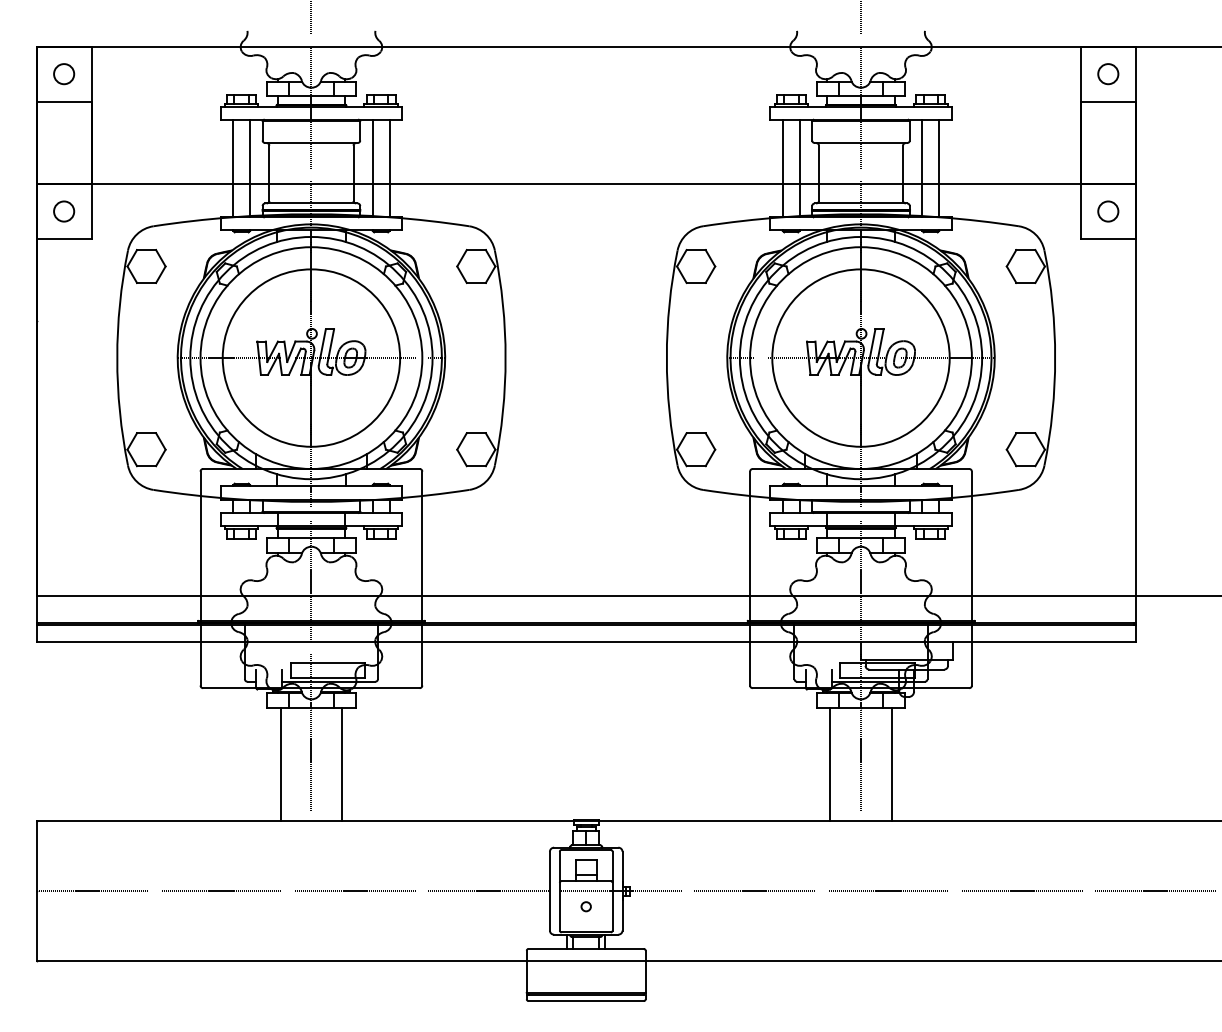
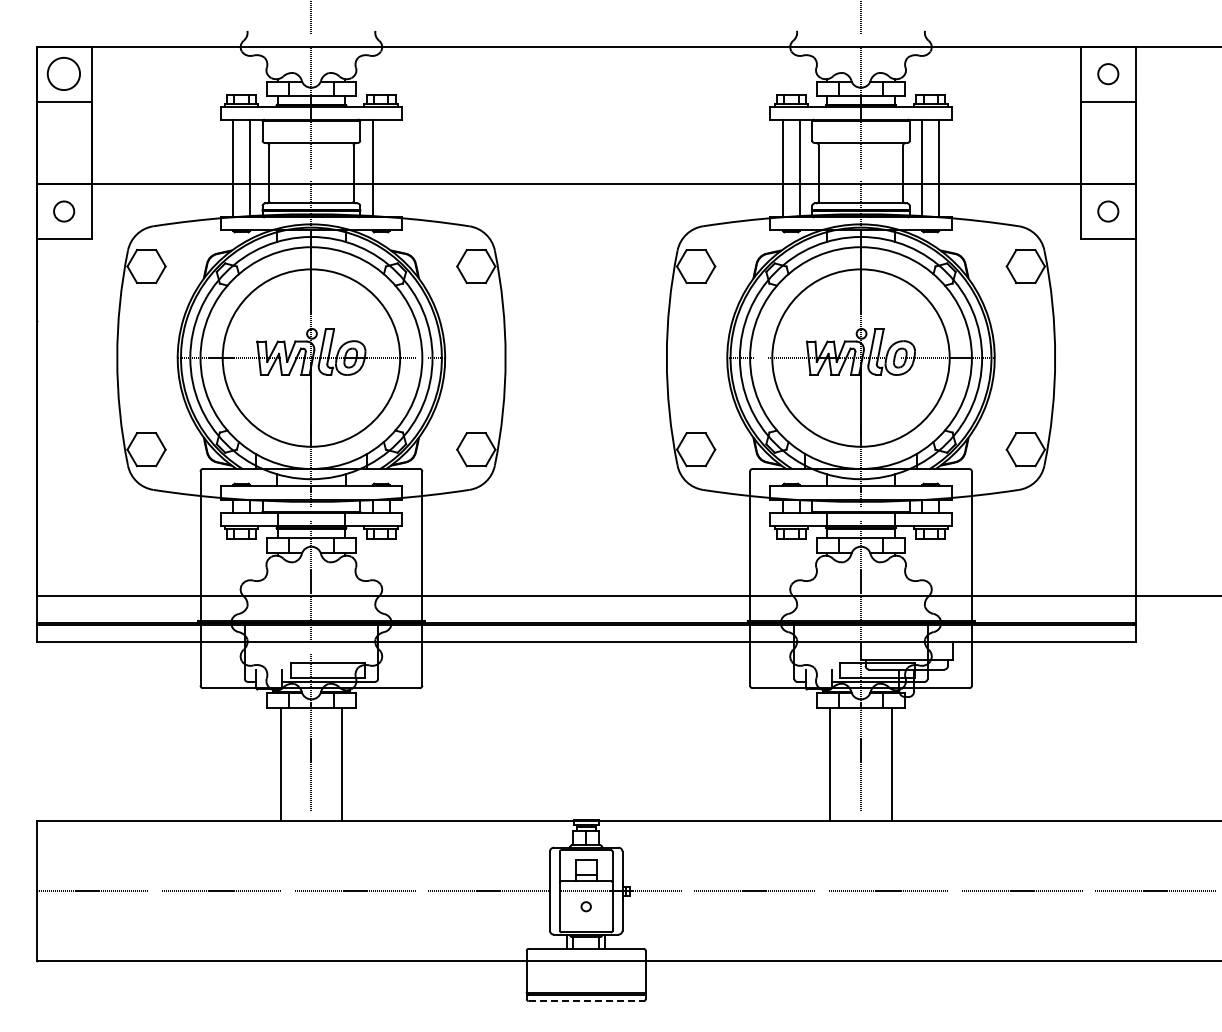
circle at (64, 74) size: 23x23 px -> 35x34 px
line at (389, 168): present -> none
line at (586, 1001): solid -> dashed
